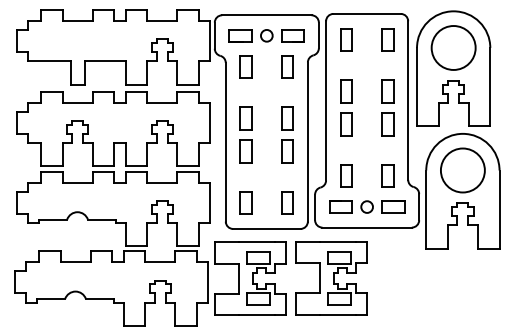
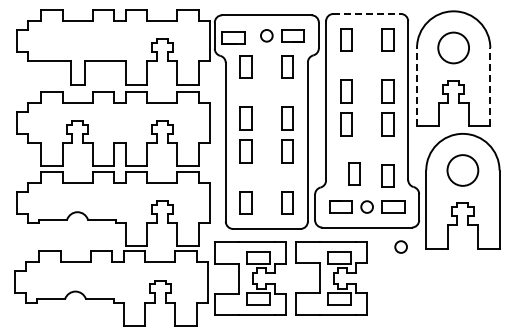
line at (367, 13): solid -> dashed
part at (240, 35) position: (240, 35) -> (233, 37)
circle at (453, 47) diameter: 44 px -> 31 px
line at (417, 86): solid -> dashed
line at (490, 86): solid -> dashed
circle at (462, 170) diameter: 44 px -> 31 px
part at (346, 175) position: (346, 175) -> (354, 173)
circle at (400, 246): none -> present
